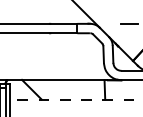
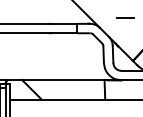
line at (129, 23) position: (129, 23) -> (125, 17)
line at (76, 99): dashed -> solid
